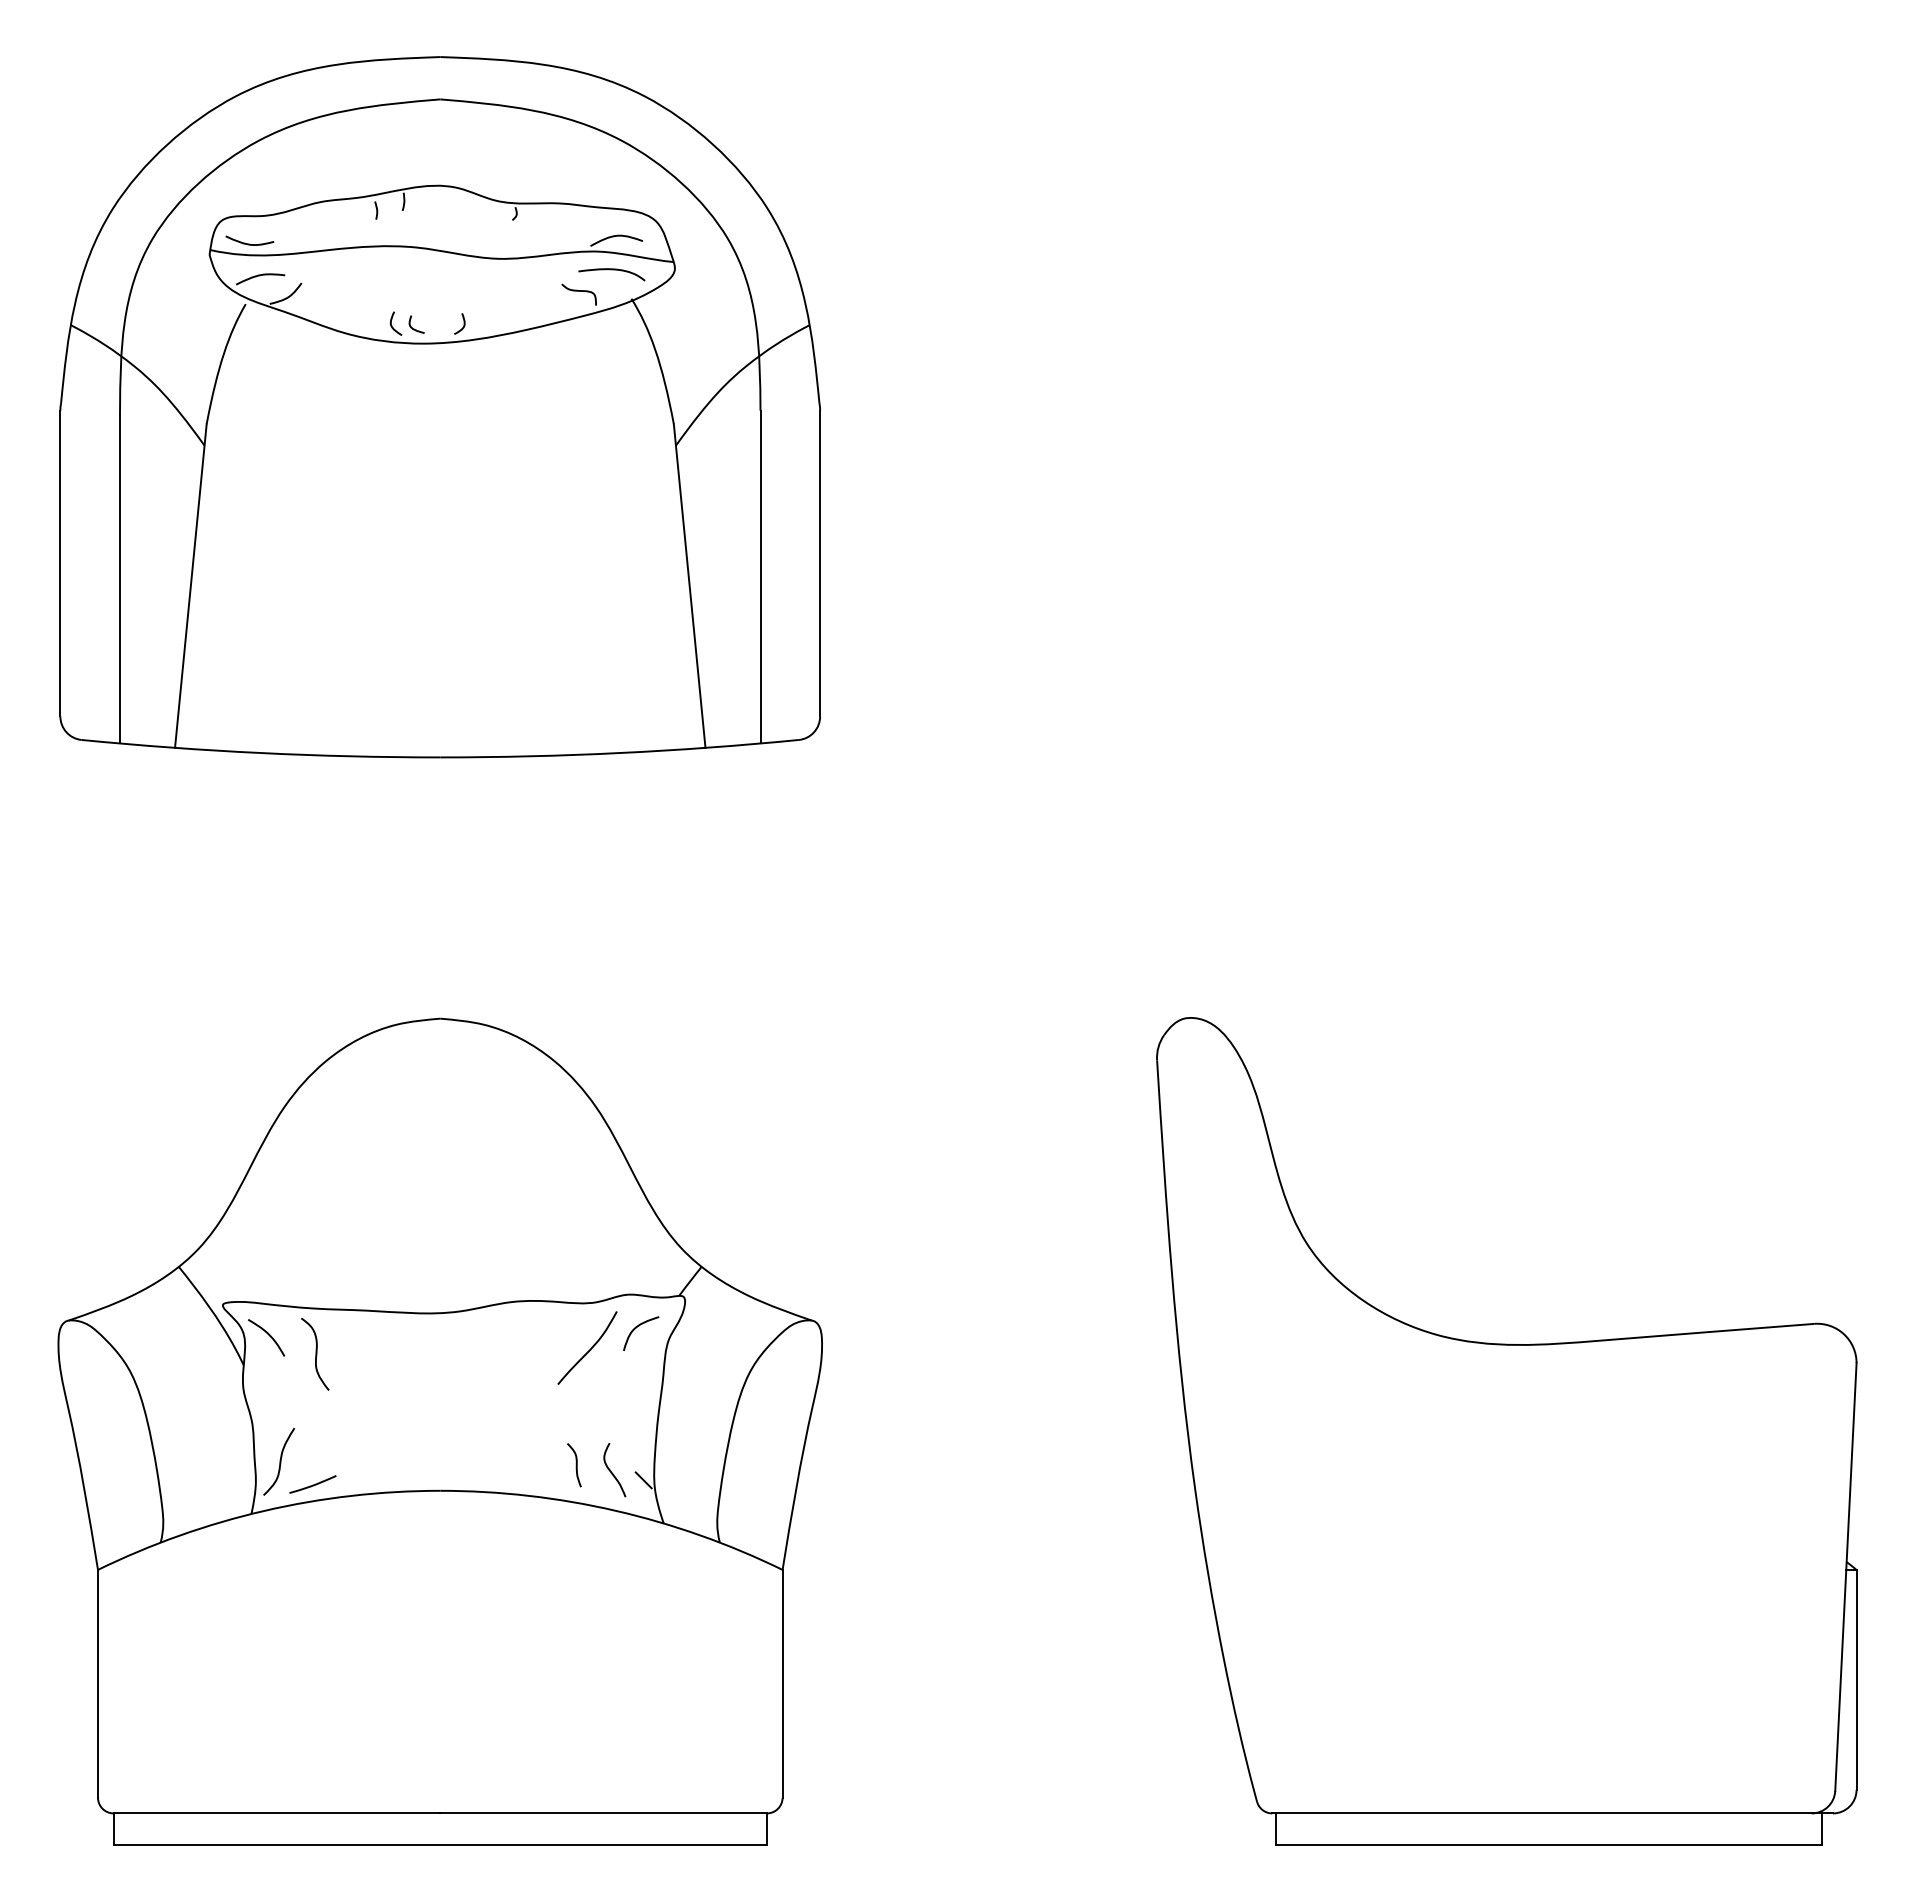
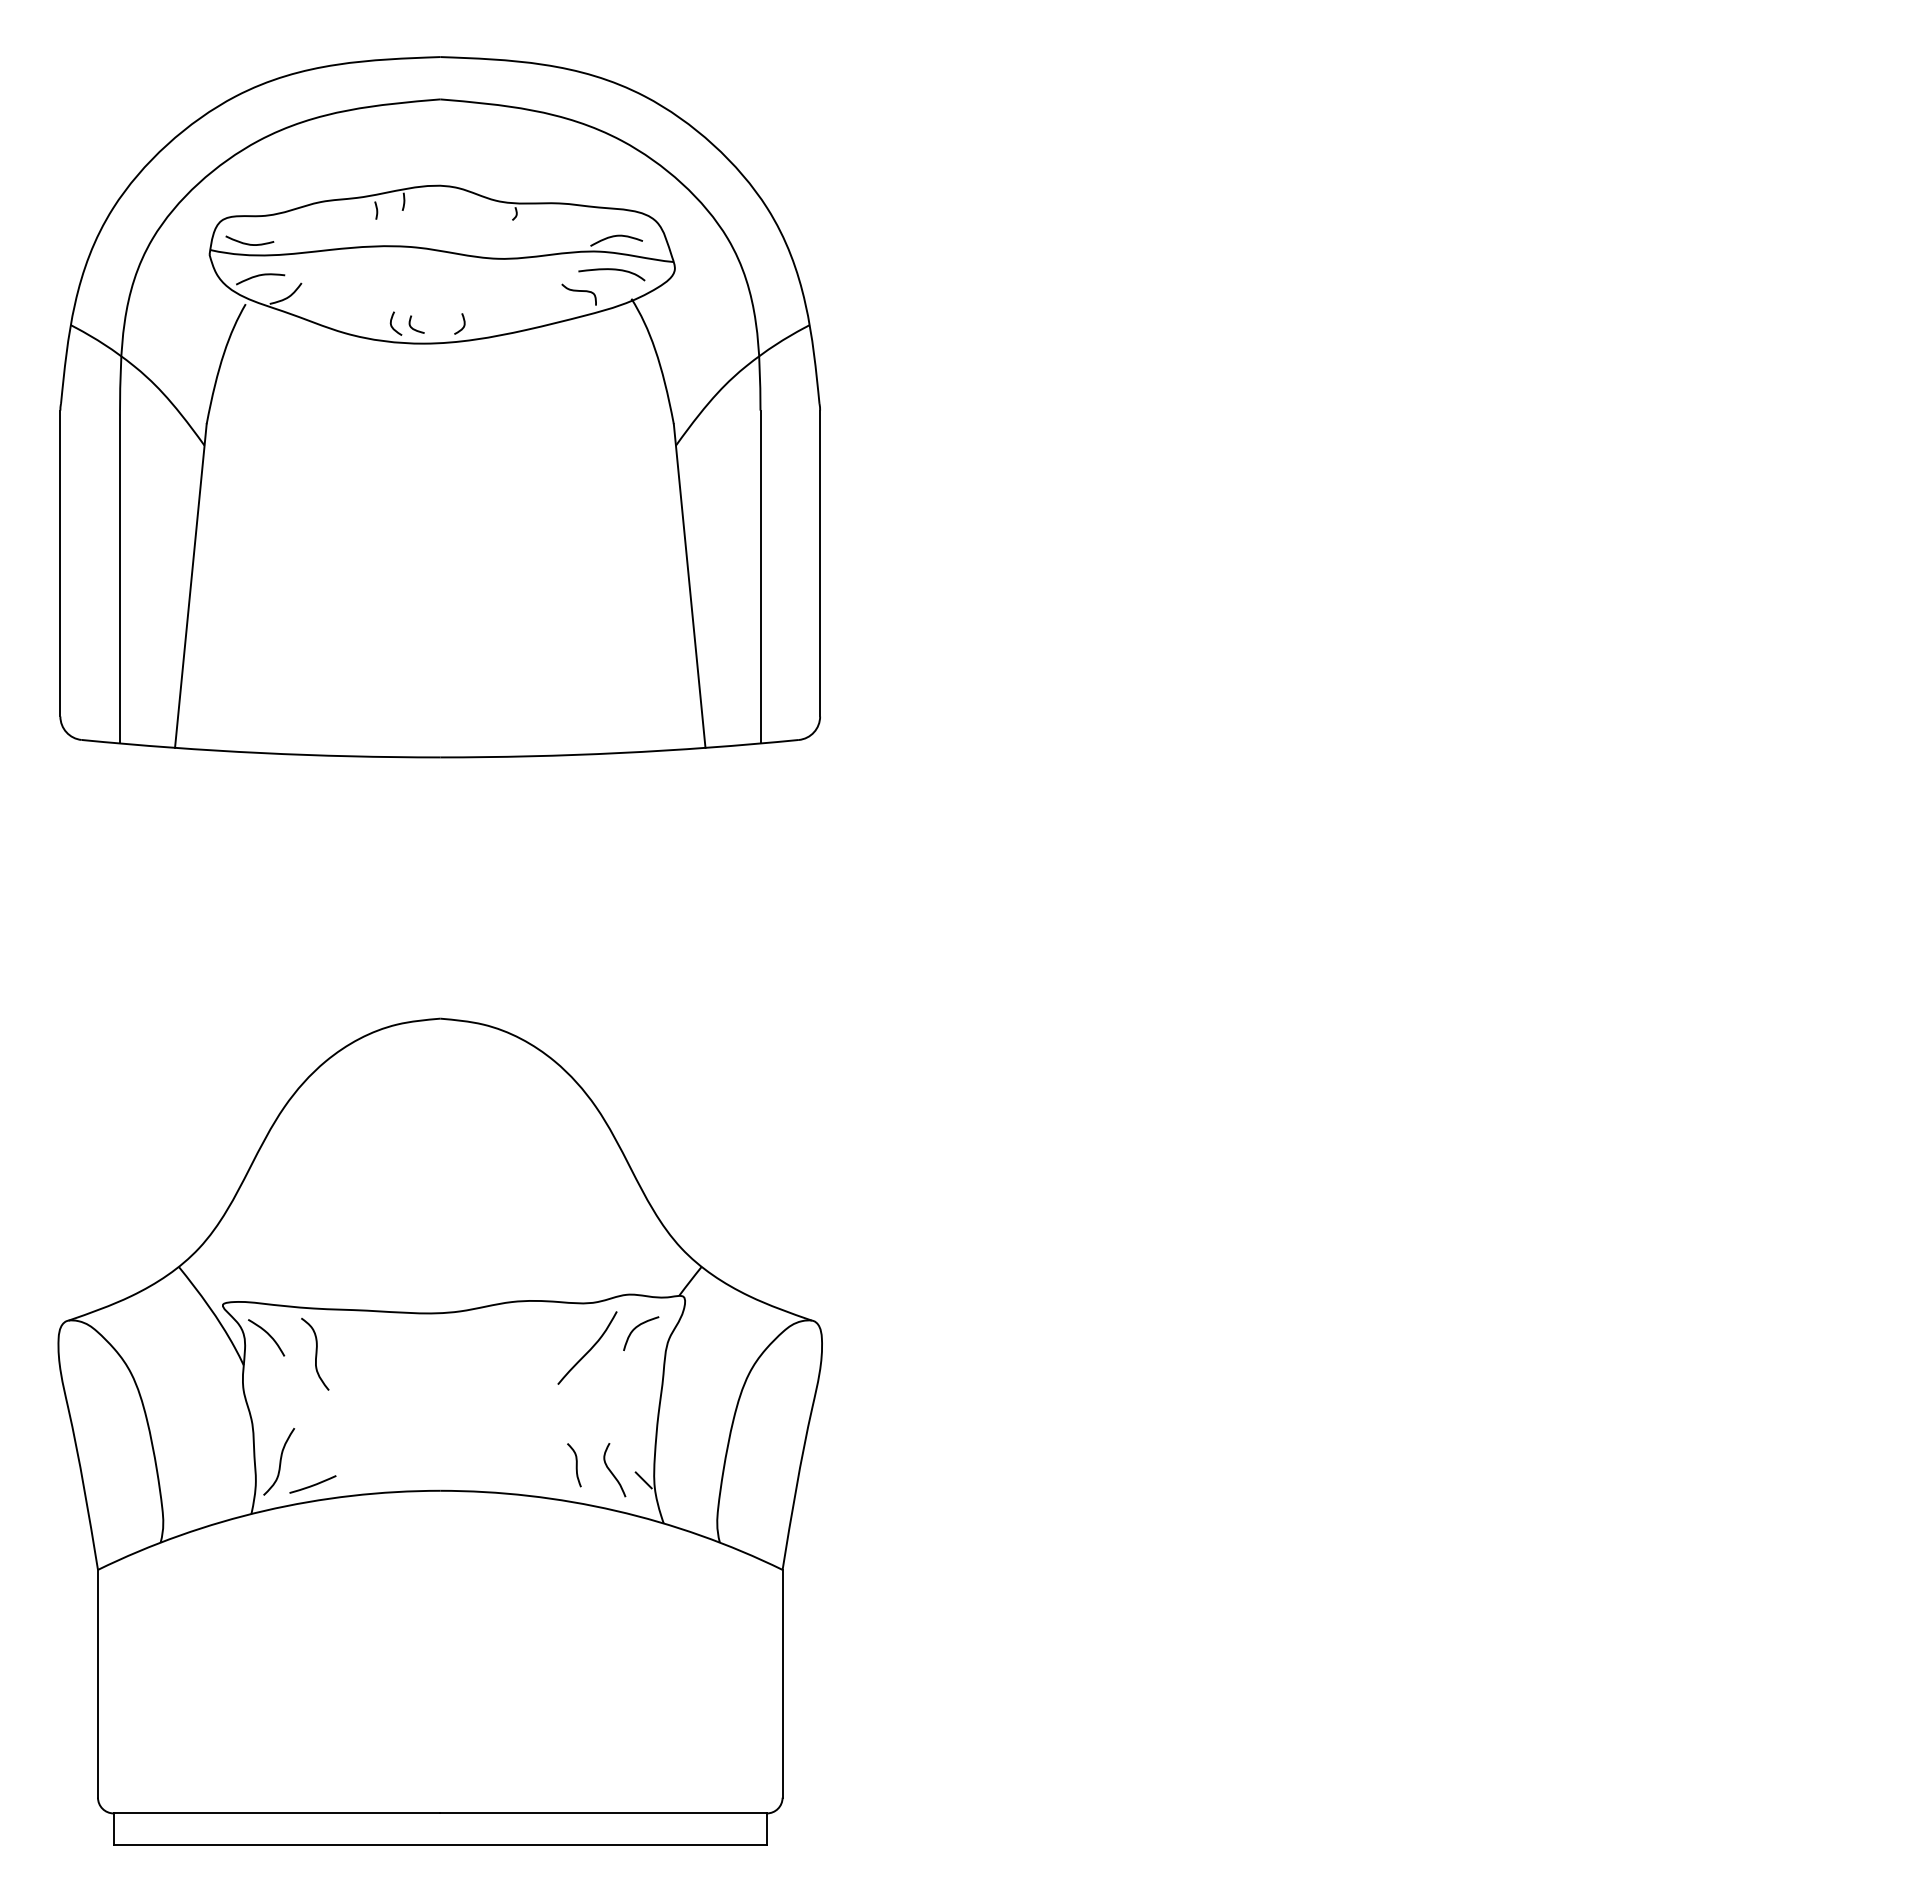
part at (1506, 1431): present -> none
